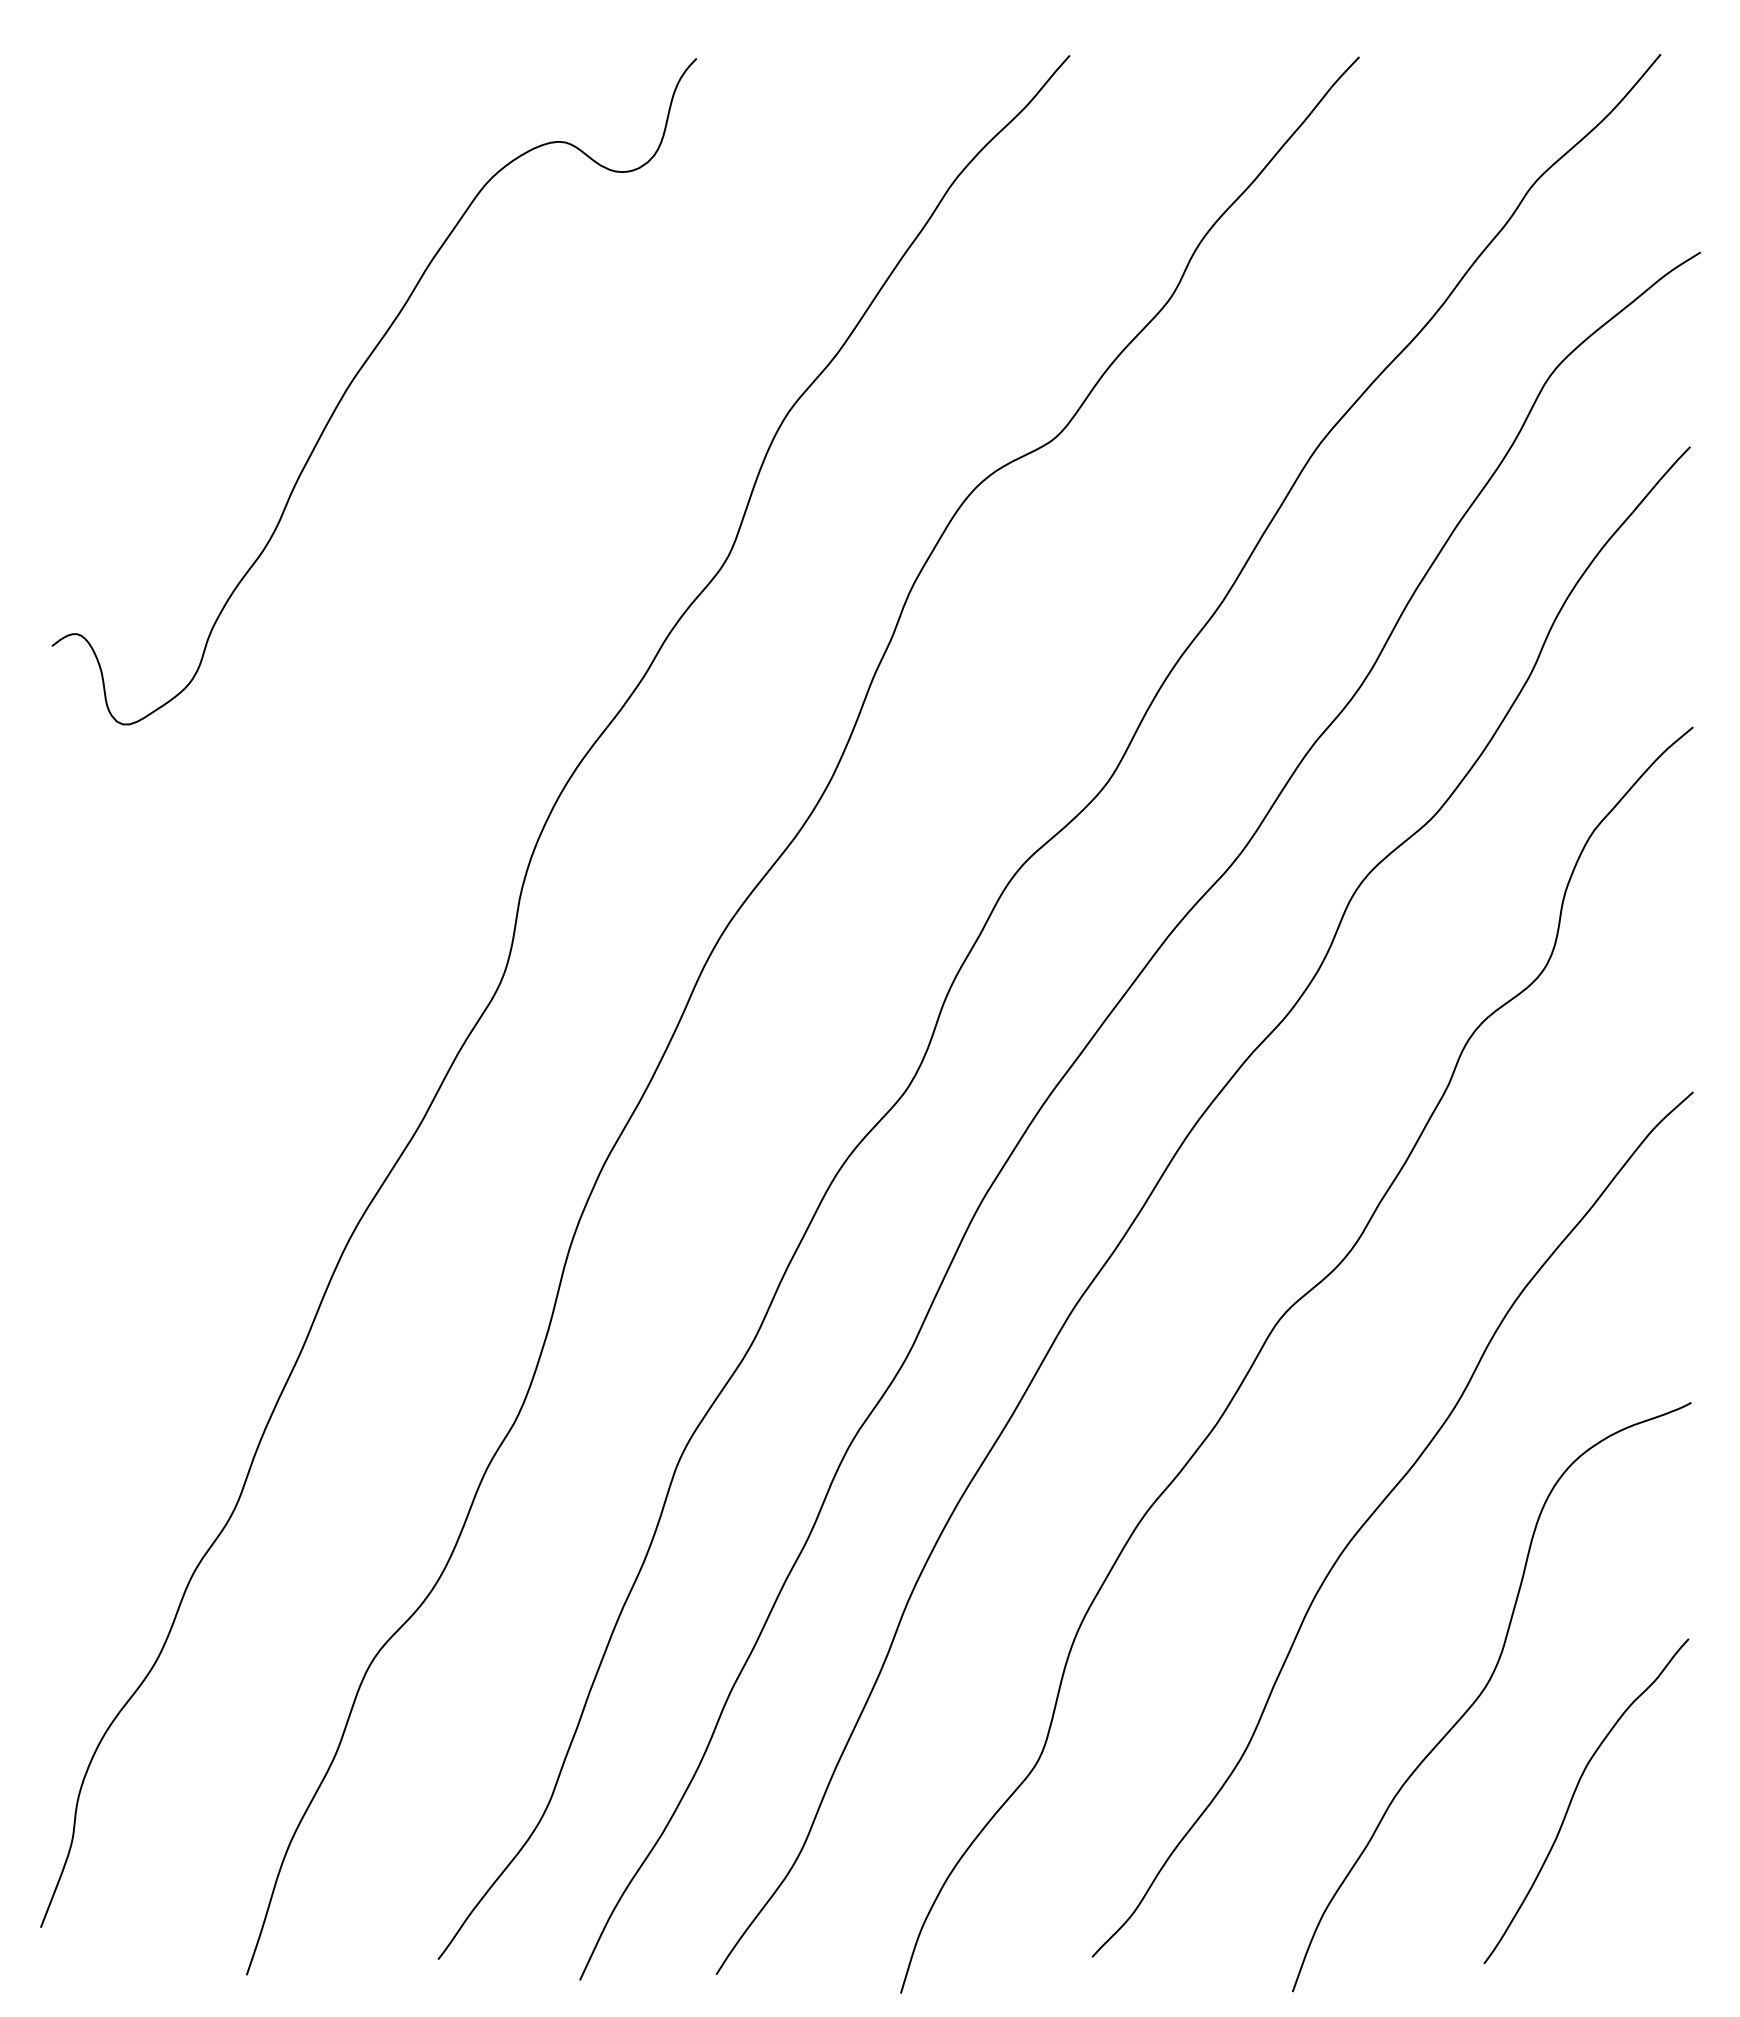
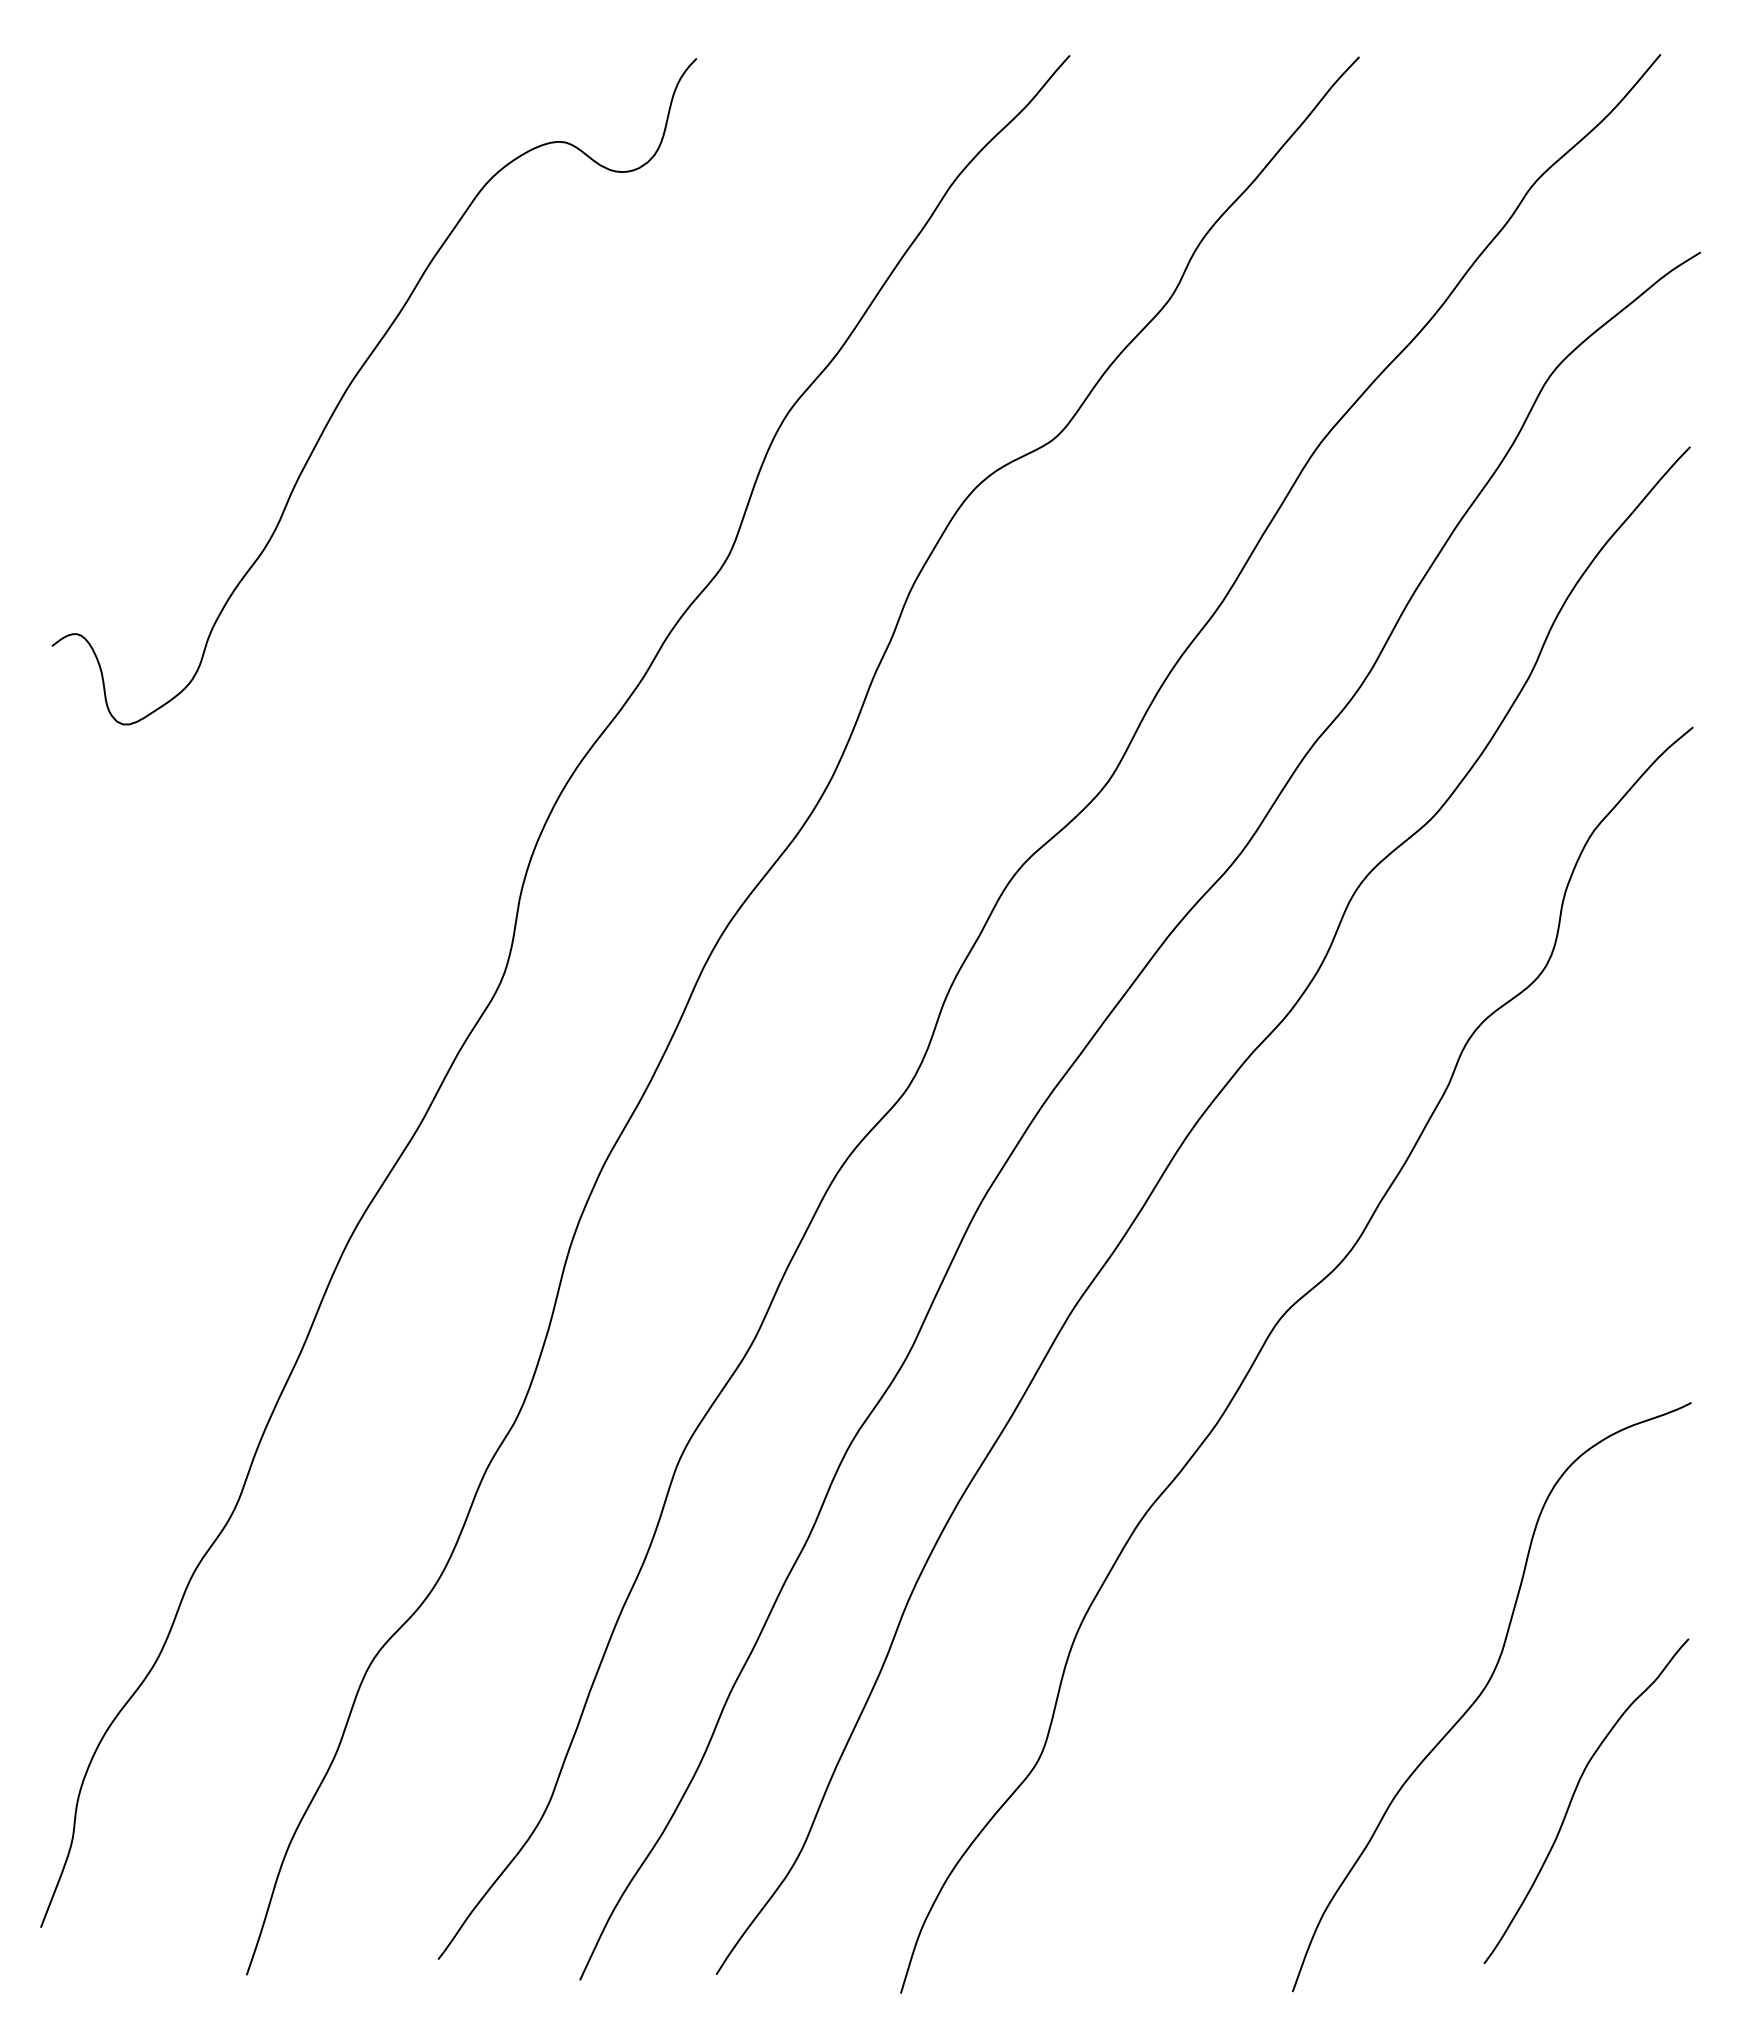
curve at (1374, 1513): present -> none
